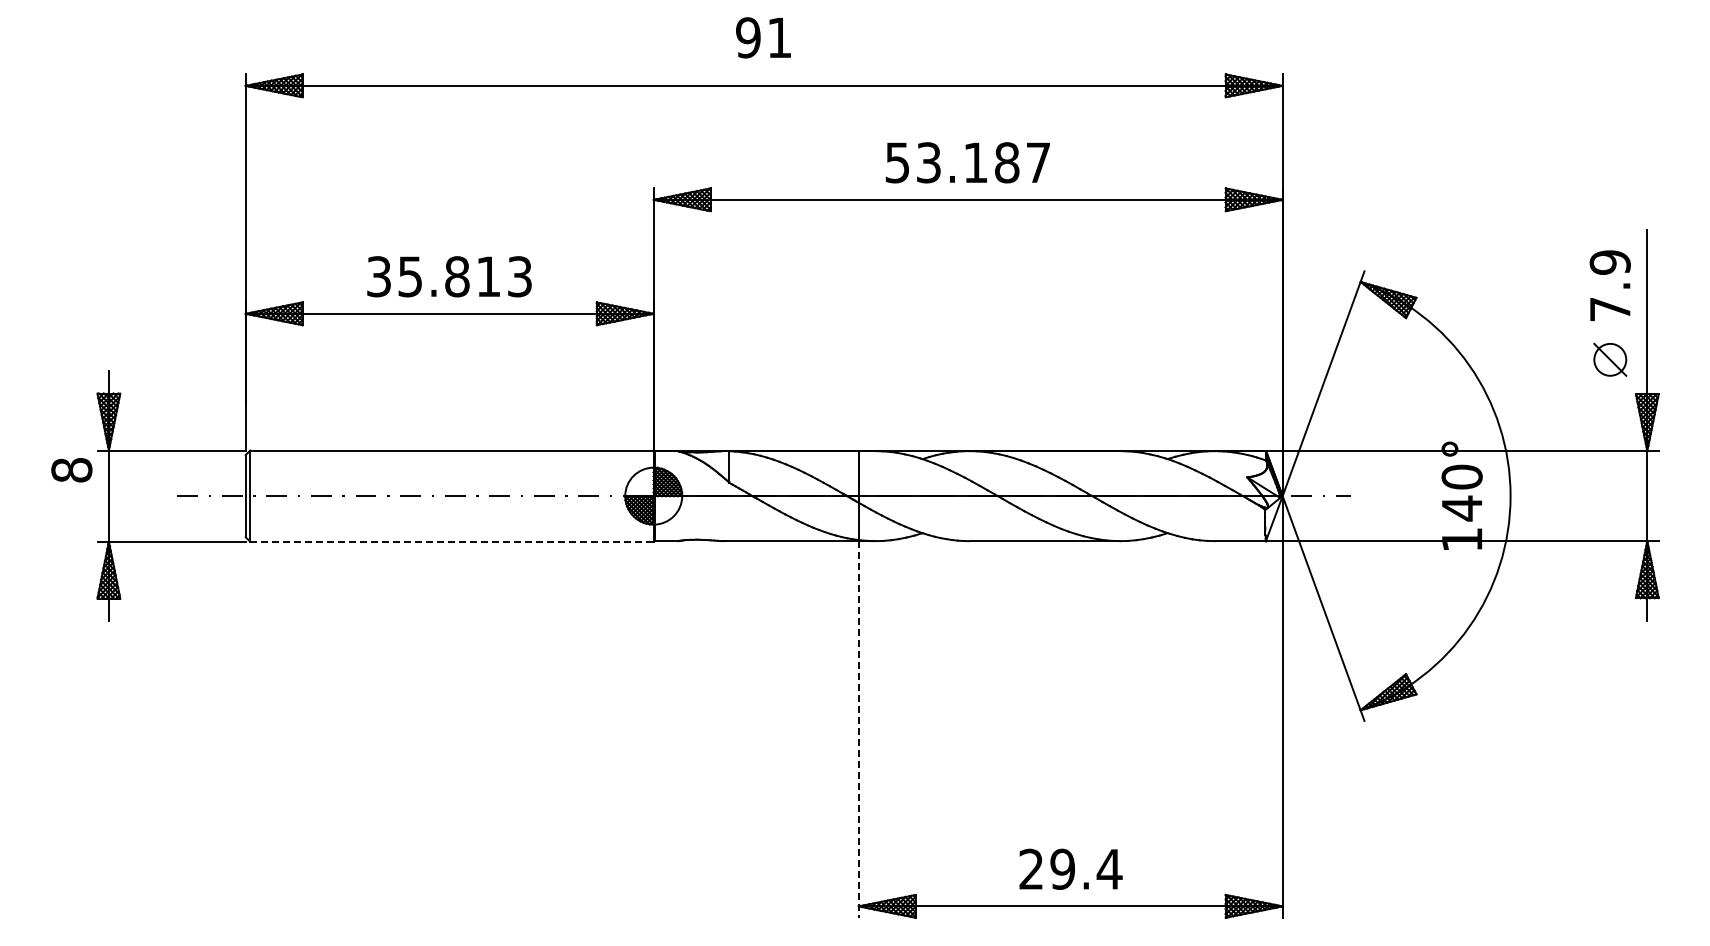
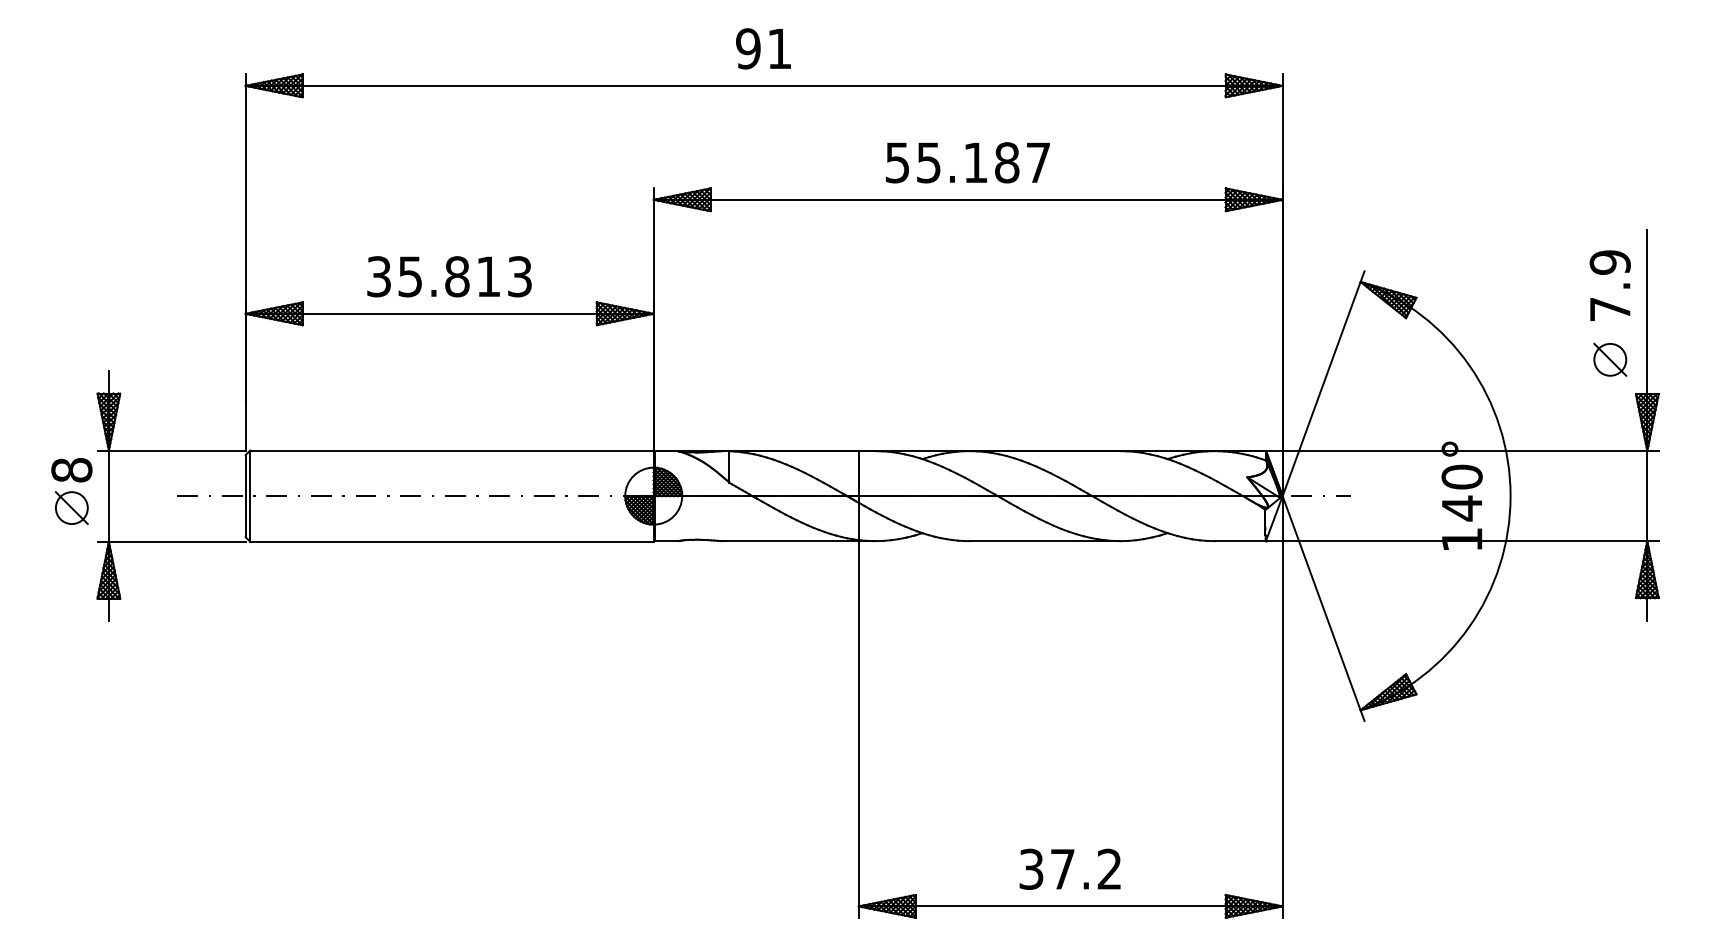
text at (763, 37) position: (763, 37) -> (763, 48)
text at (928, 162): 53.187 -> 55.187
part at (71, 508): none -> present
line at (451, 541): dashed -> solid
line at (858, 729): dashed -> solid
text at (1070, 868): 29.4 -> 37.2
